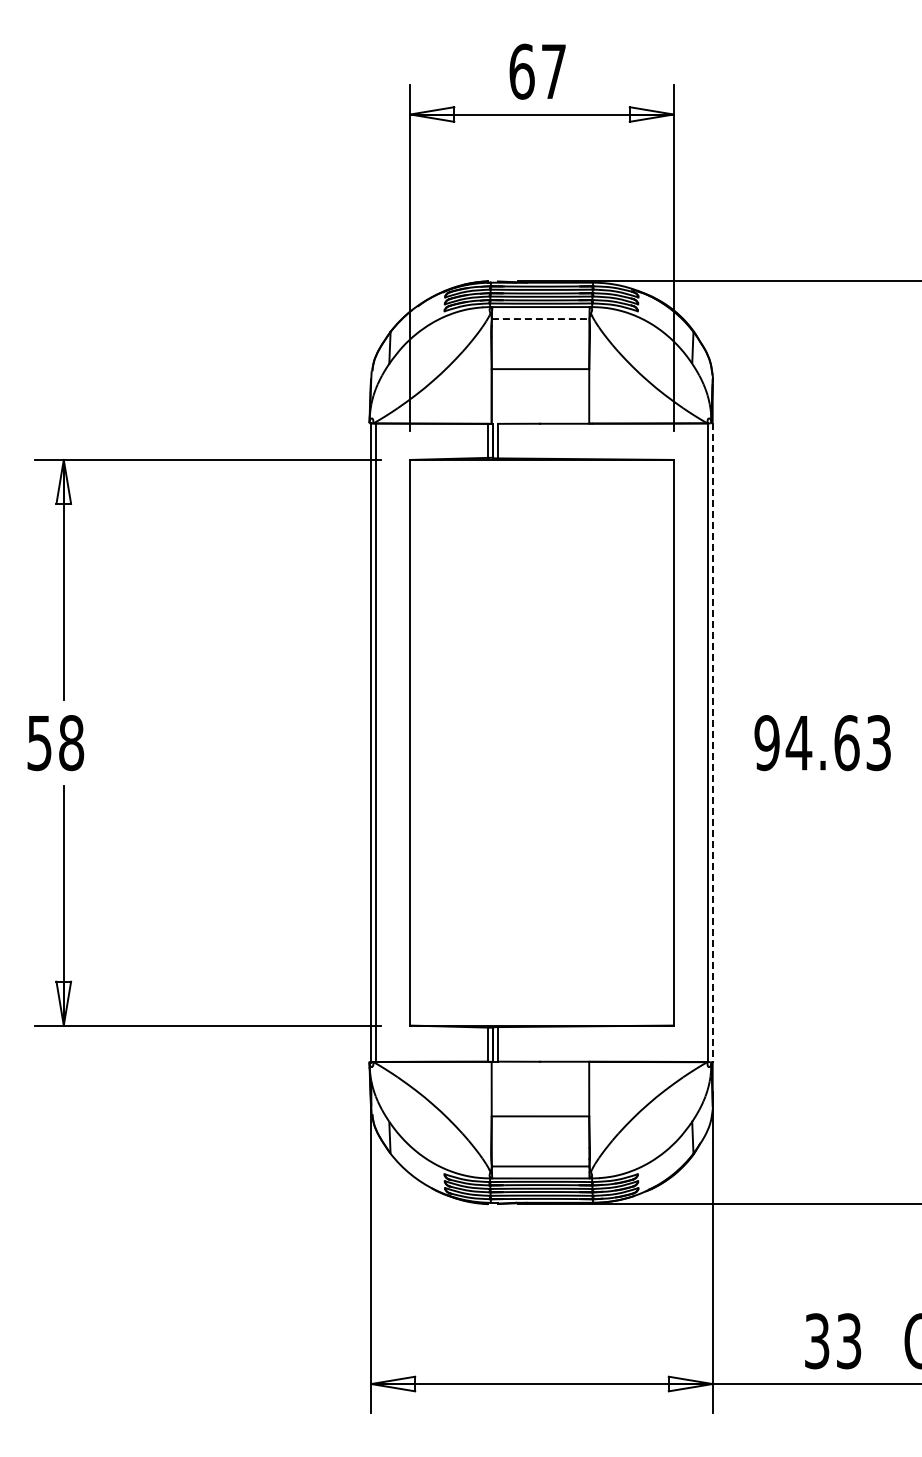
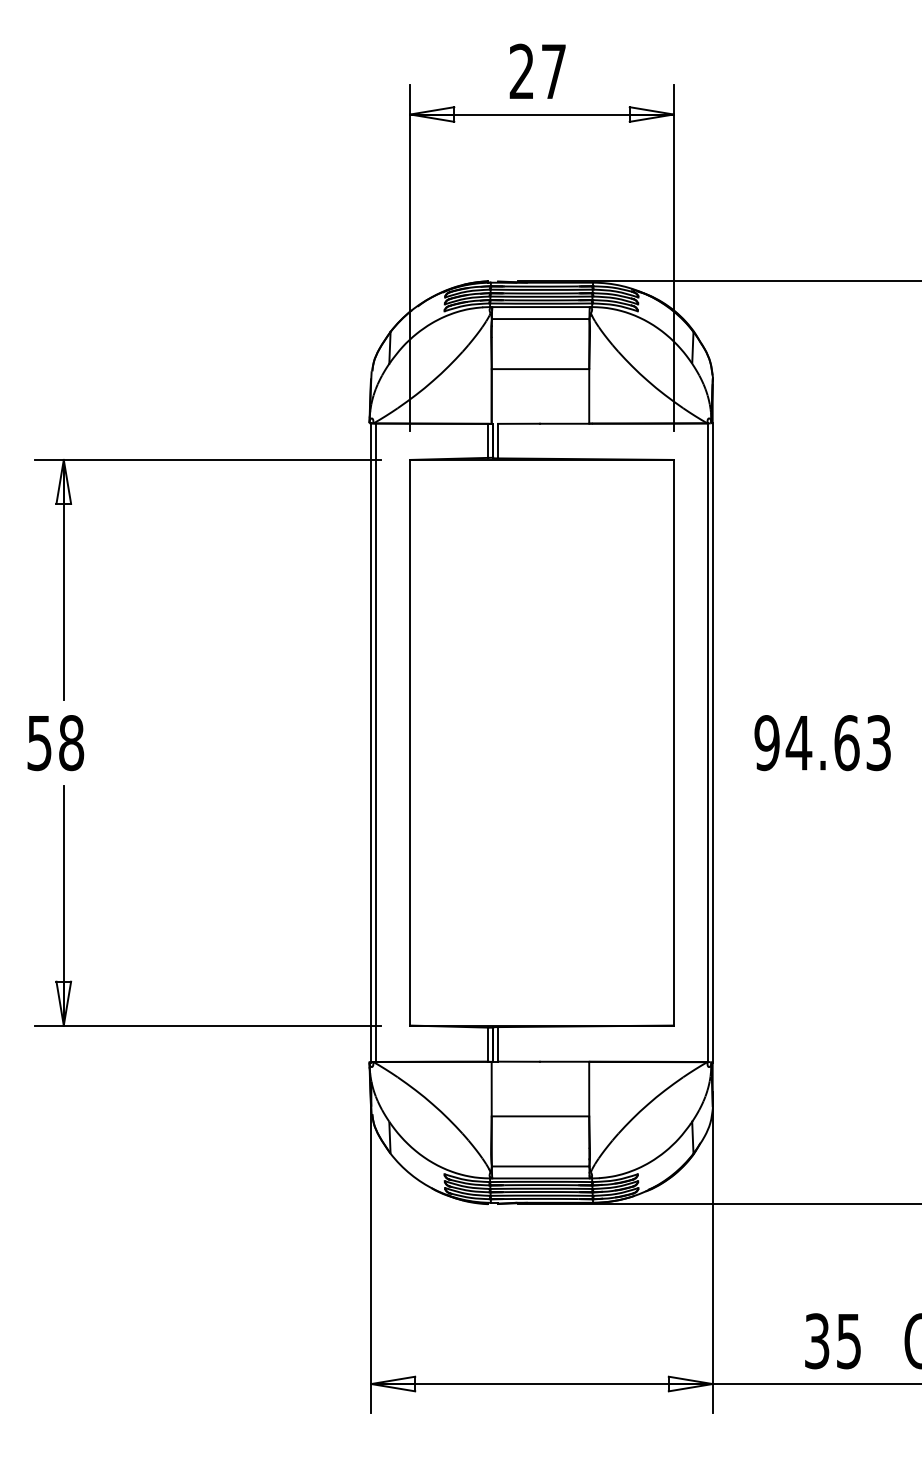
text at (521, 71): 67 -> 27
line at (540, 319): dashed -> solid
line at (712, 742): dashed -> solid
text at (849, 1340): 33 -> 35
